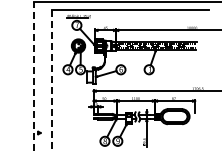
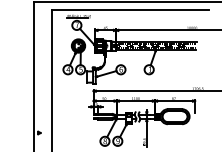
line at (33, 76): dashed -> solid
line at (52, 80): dashed -> solid
